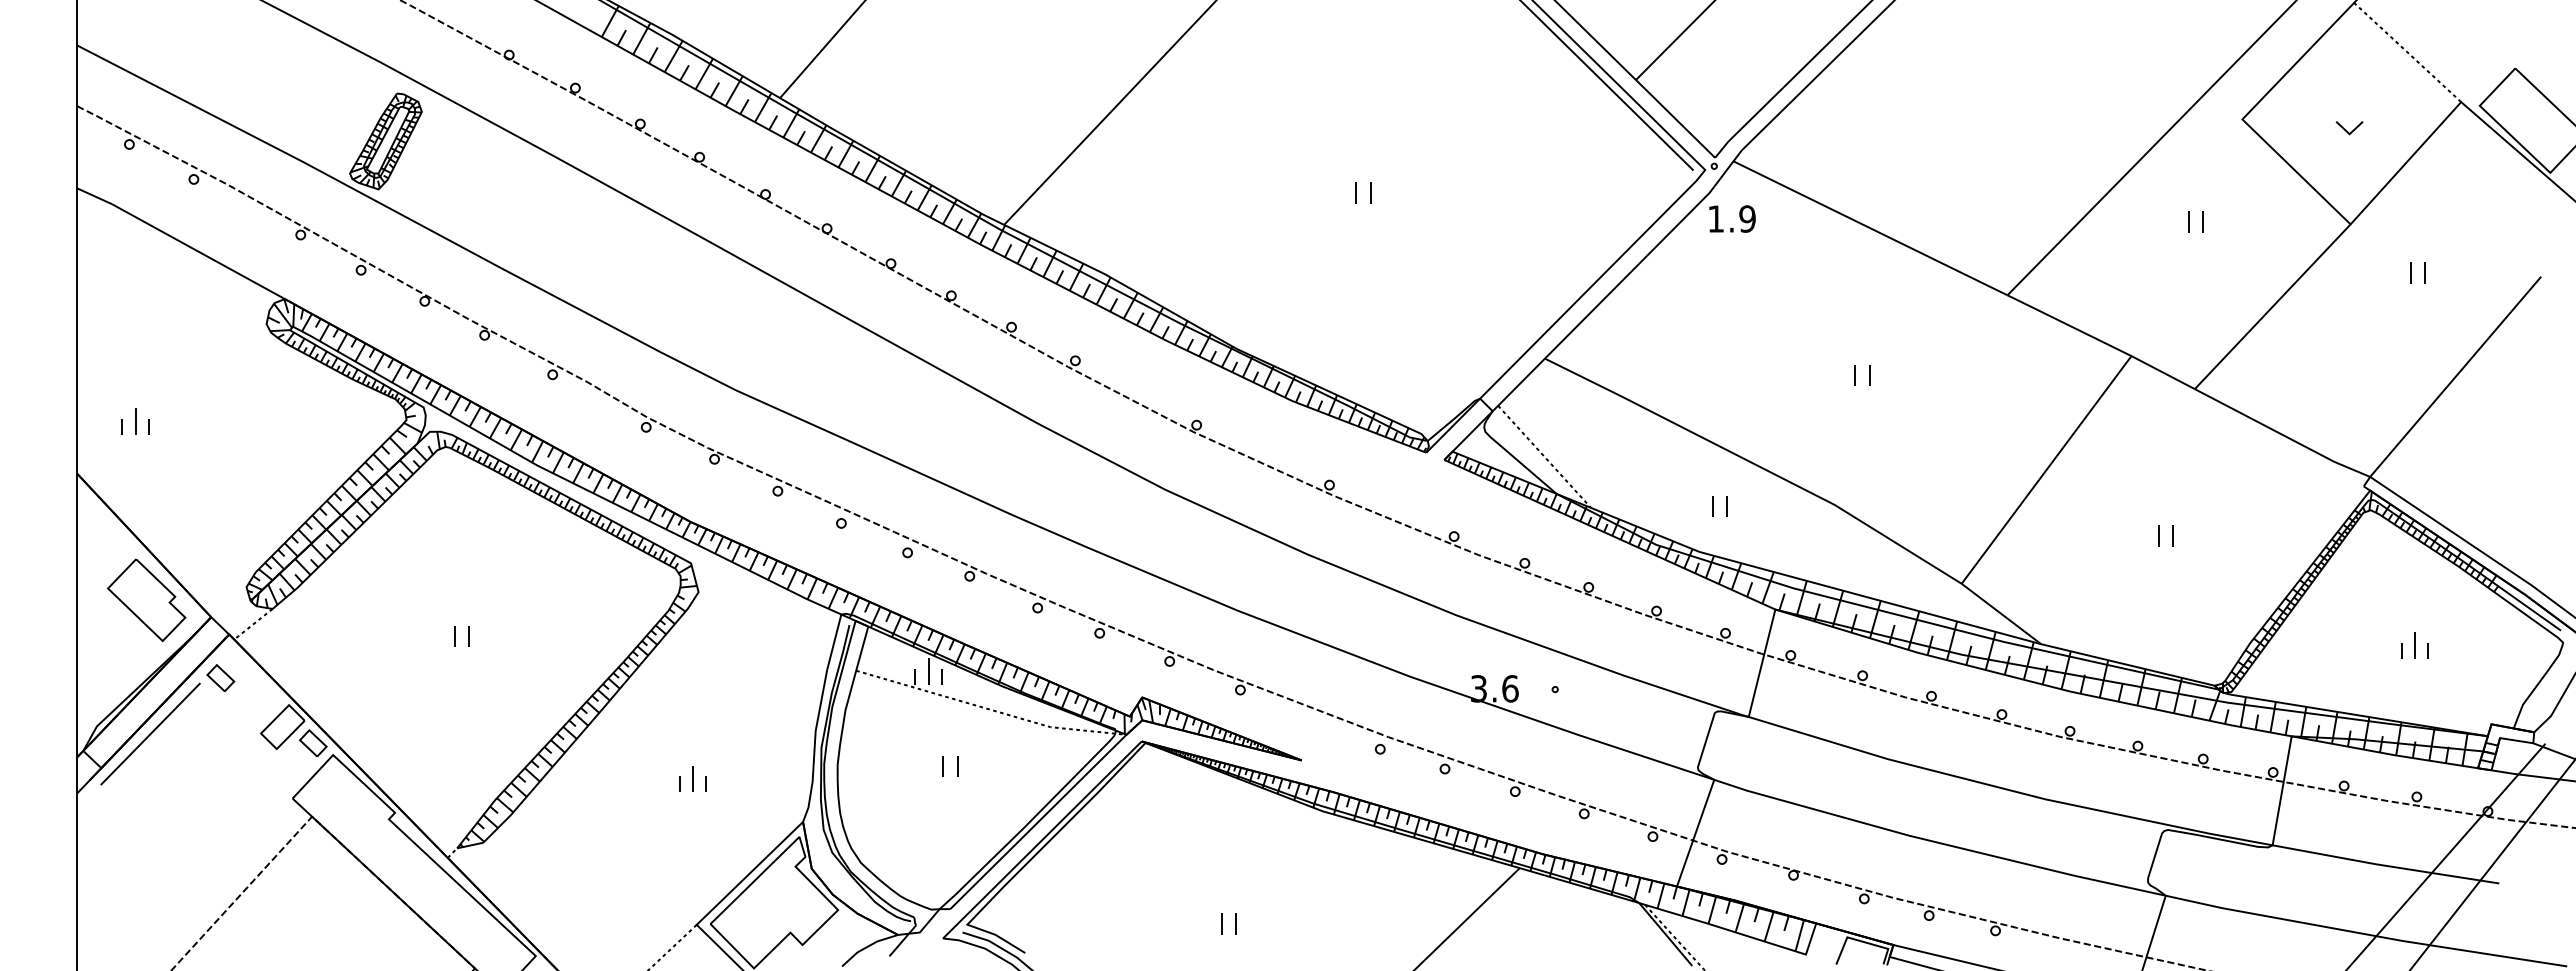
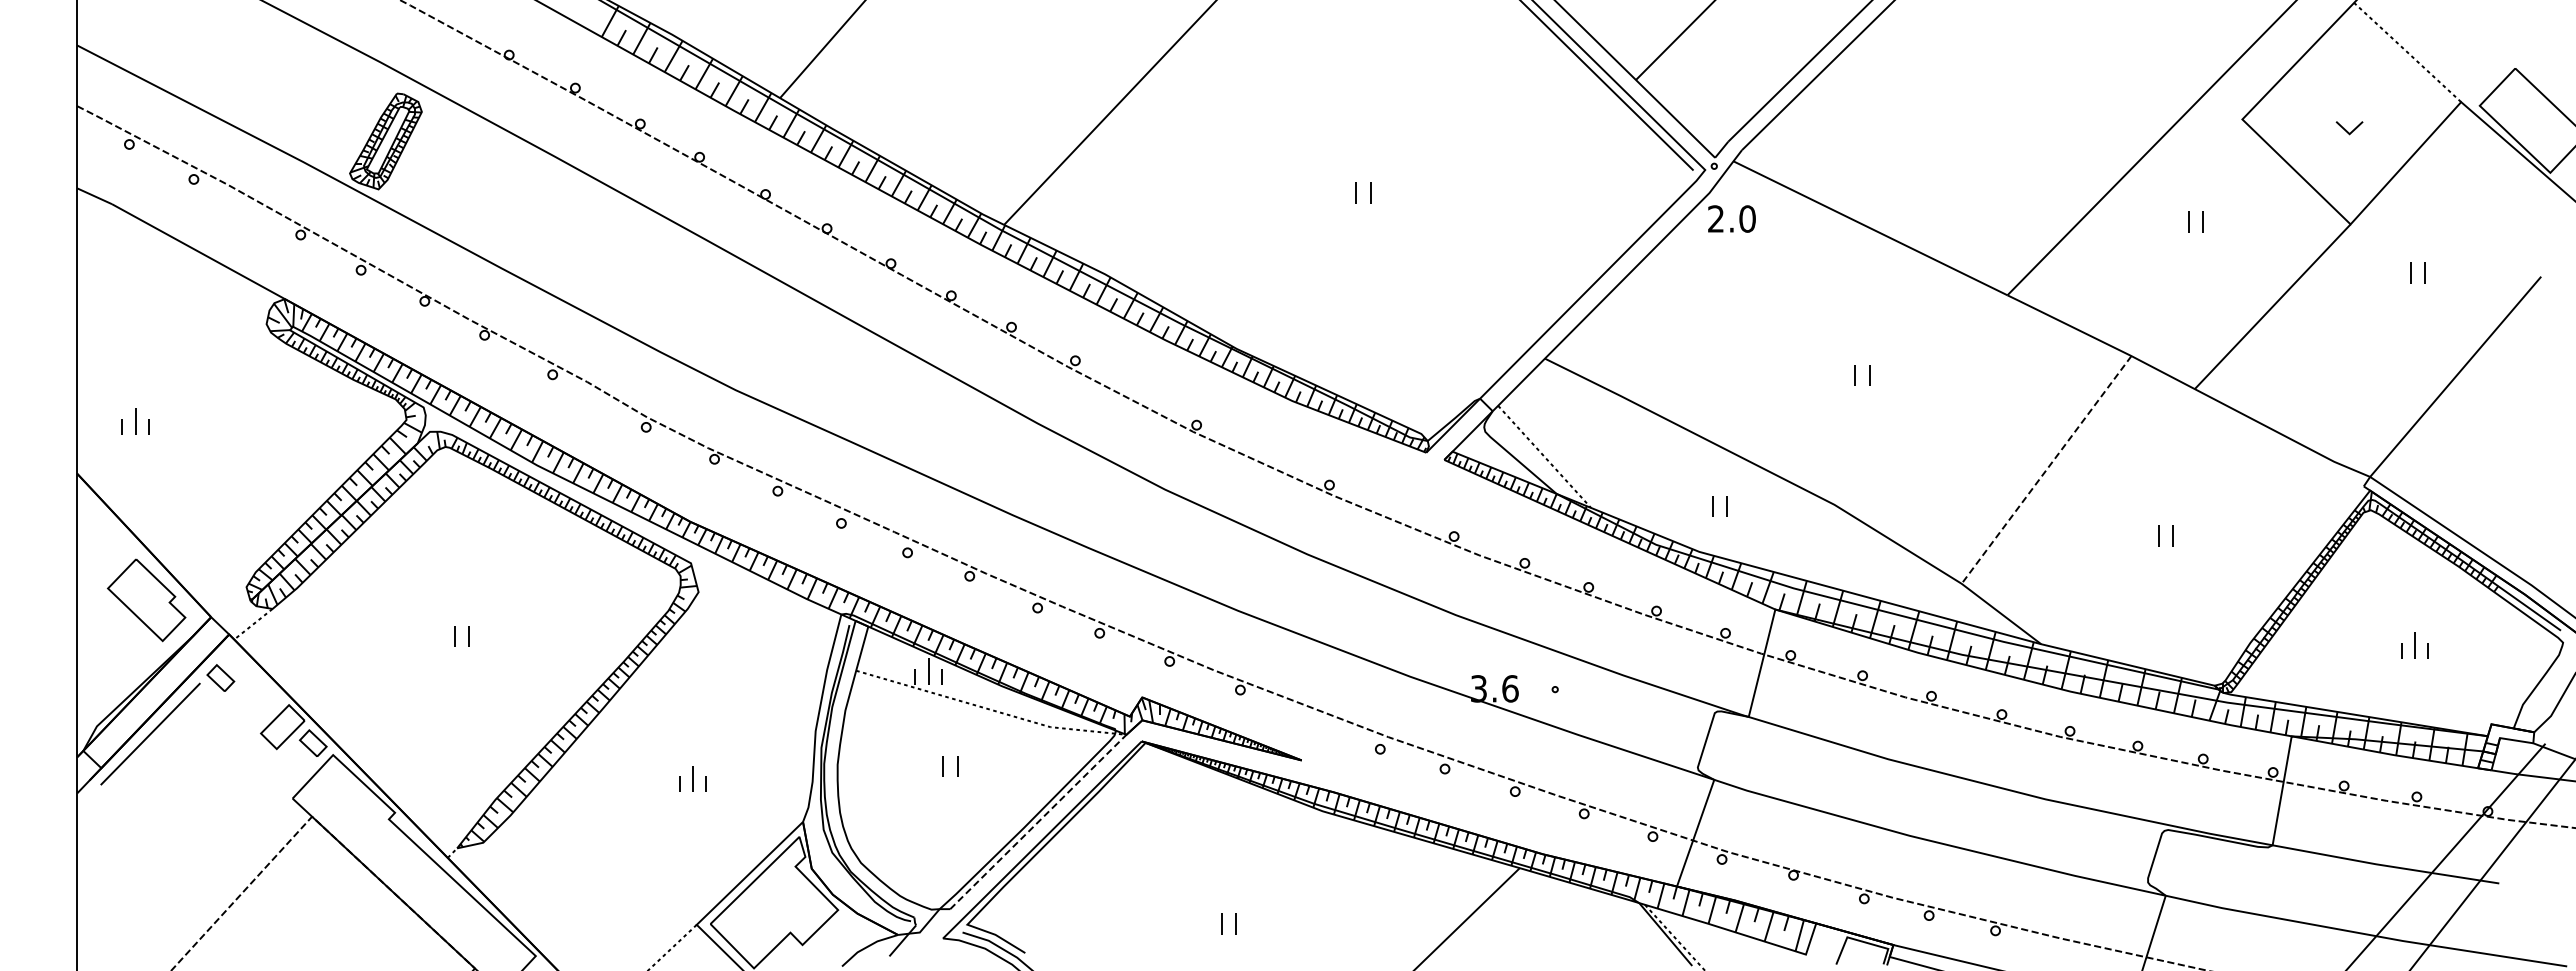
text at (1731, 218): 1.9 -> 2.0
line at (2046, 470): solid -> dashed
line at (1038, 821): solid -> dashed
